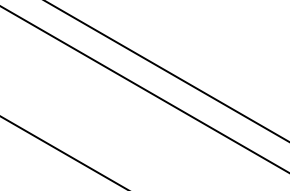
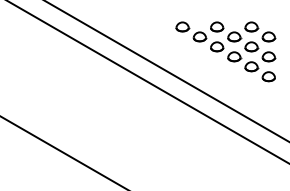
part at (225, 51): none -> present
line at (144, 89) position: (144, 89) -> (147, 82)
